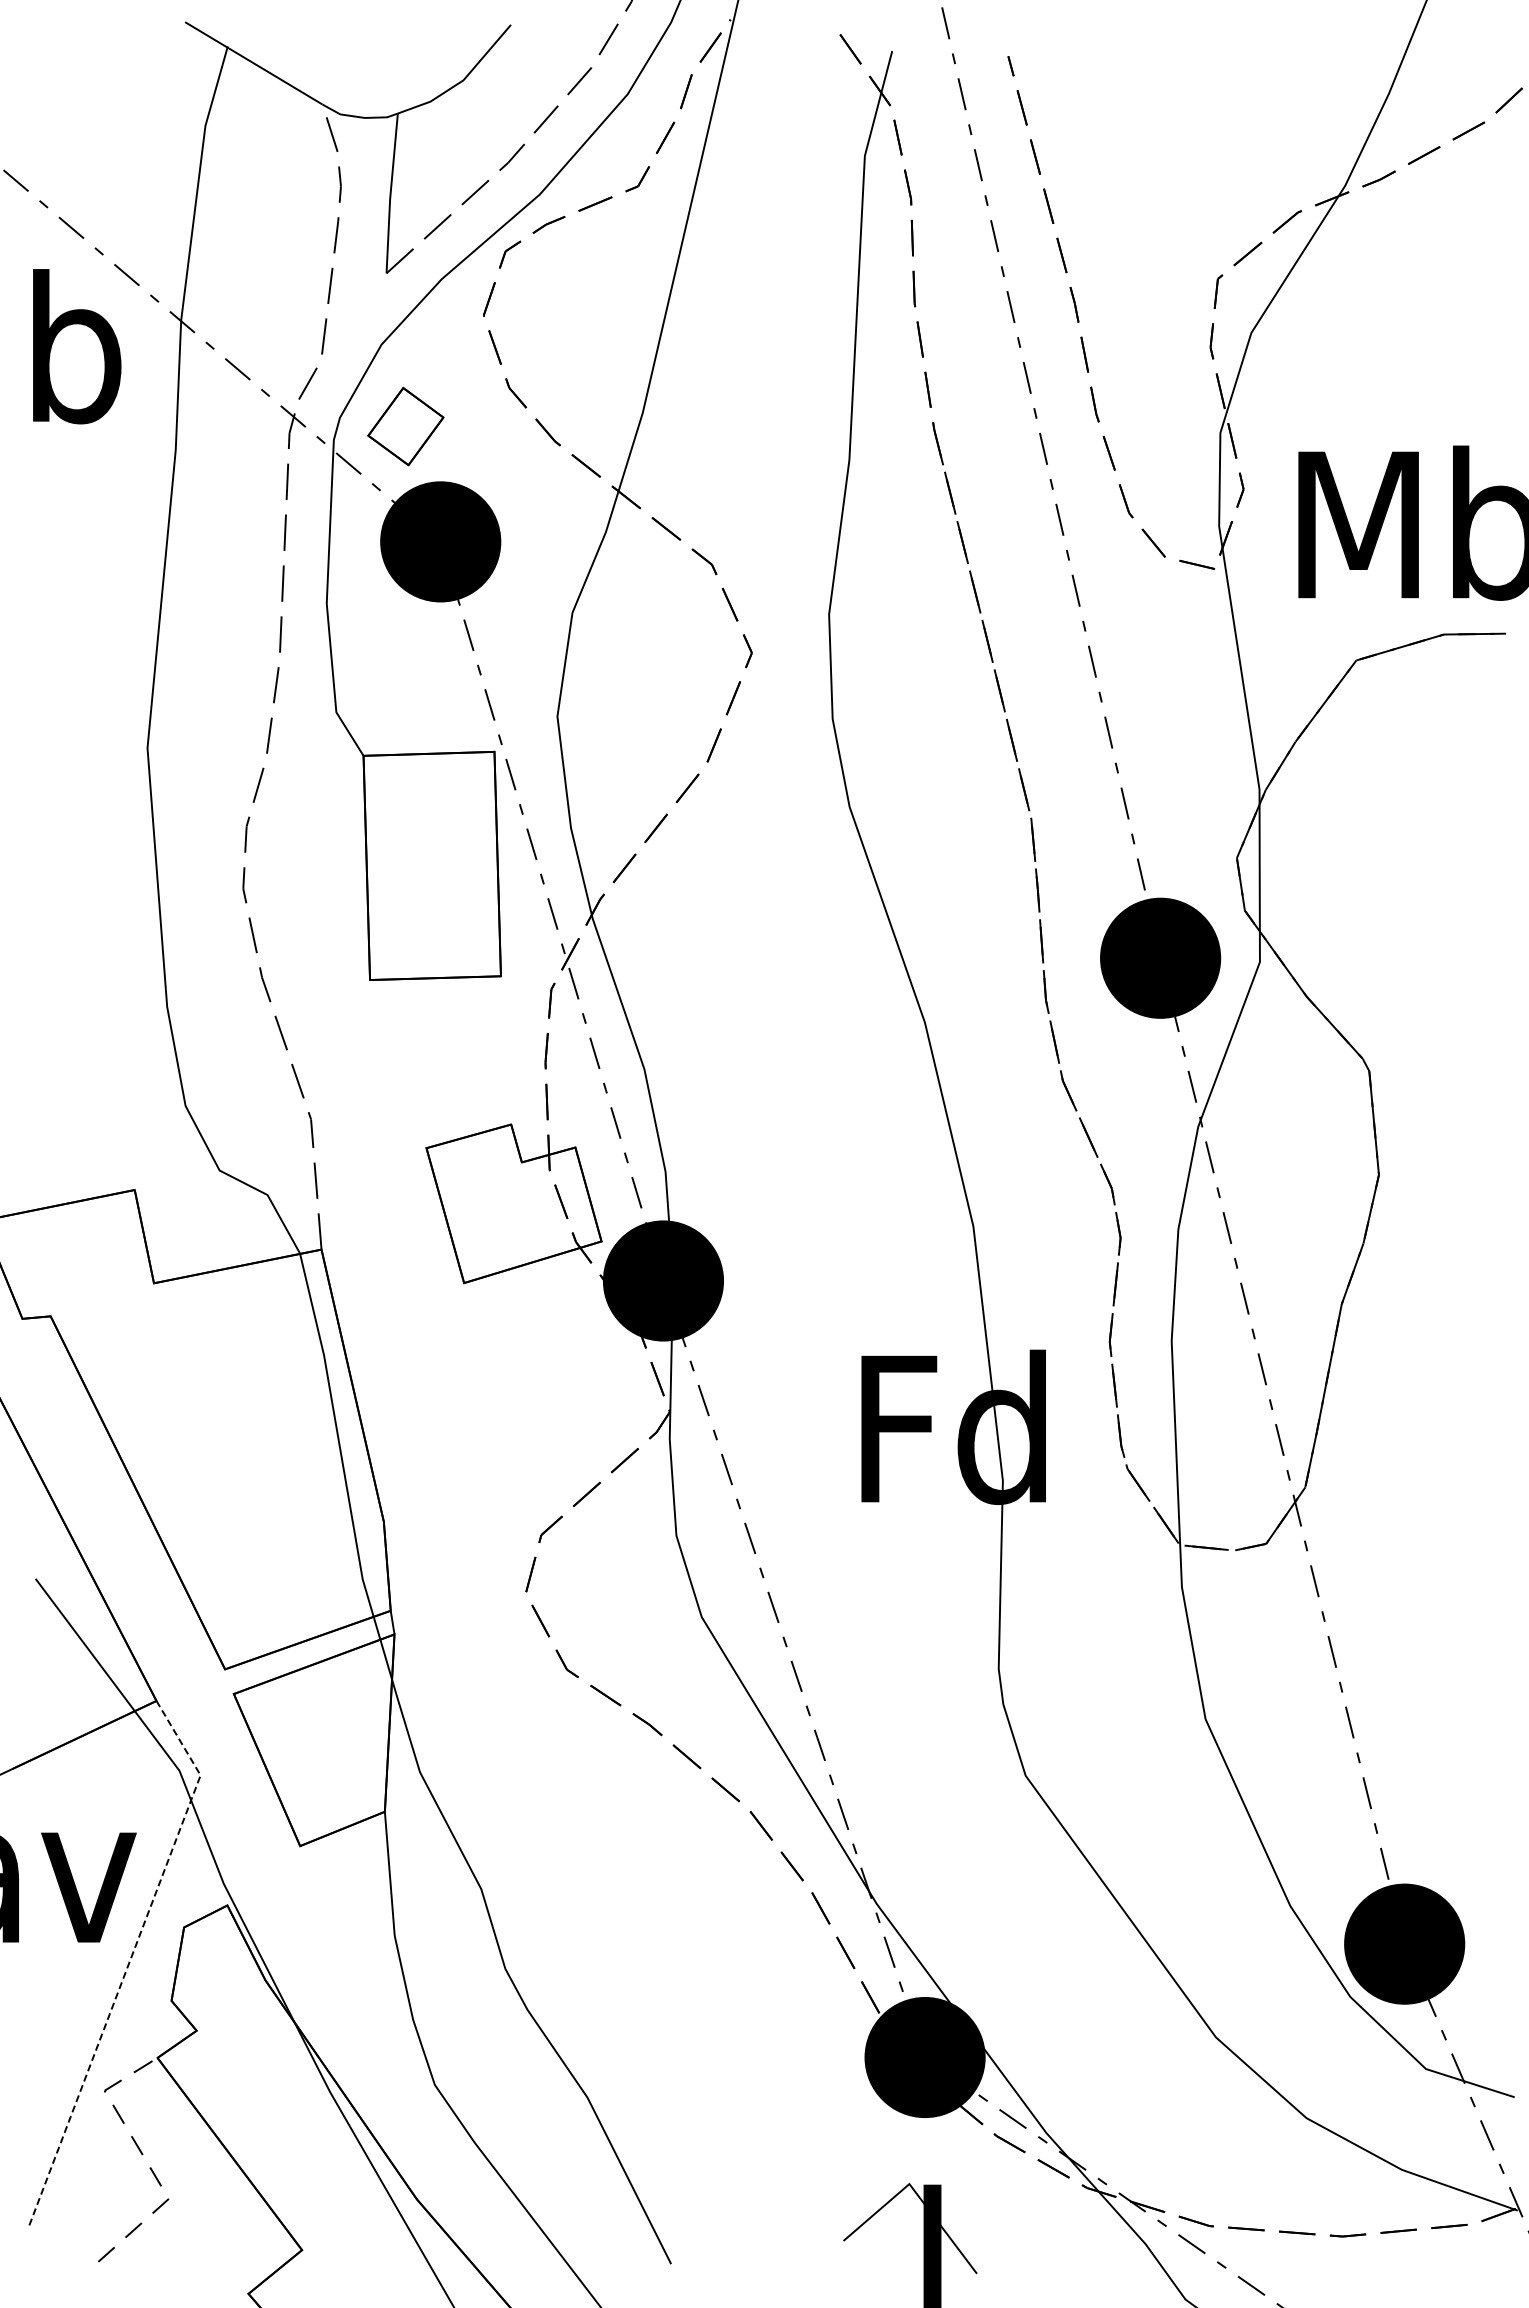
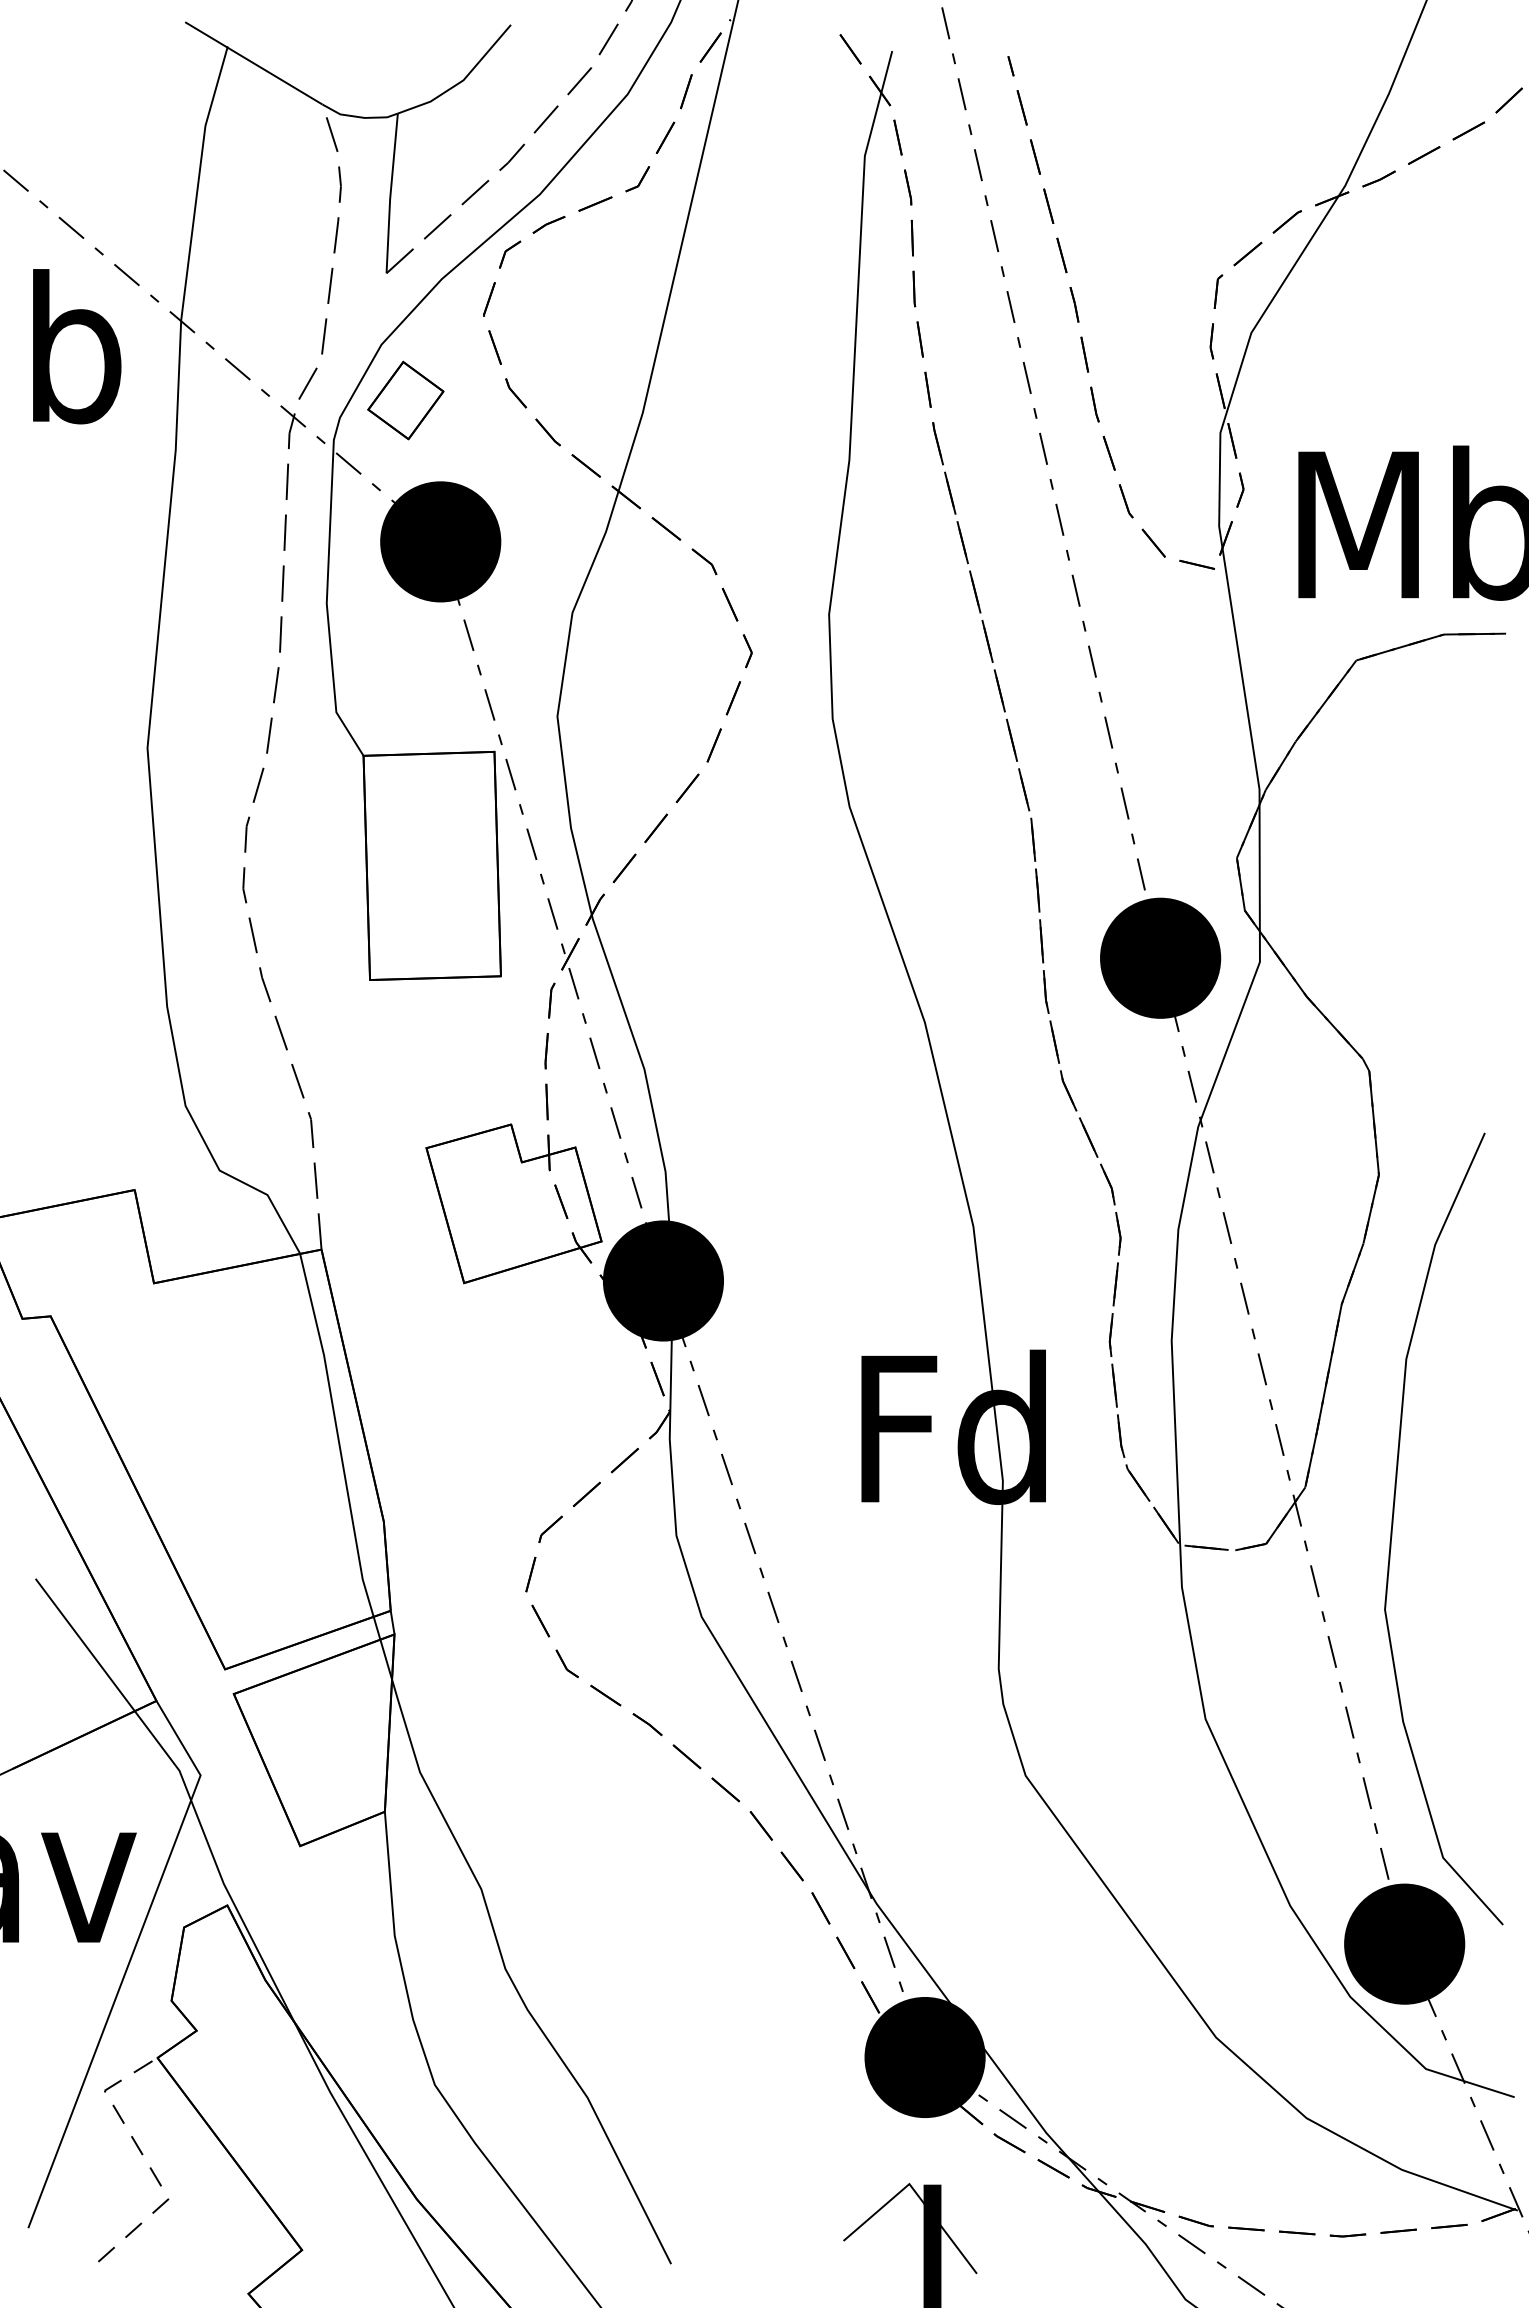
part at (405, 426) position: (405, 426) -> (405, 400)
curve at (1393, 1525): none -> present
line at (129, 1961): dashed -> solid
